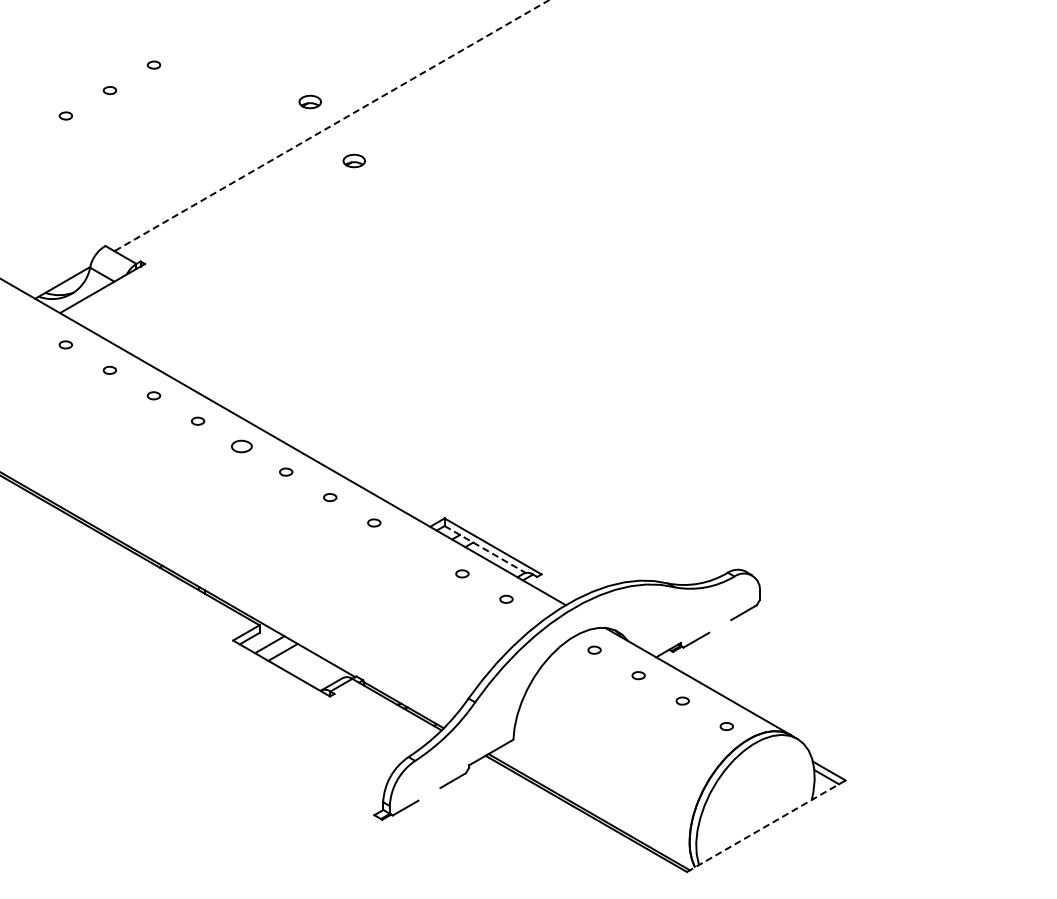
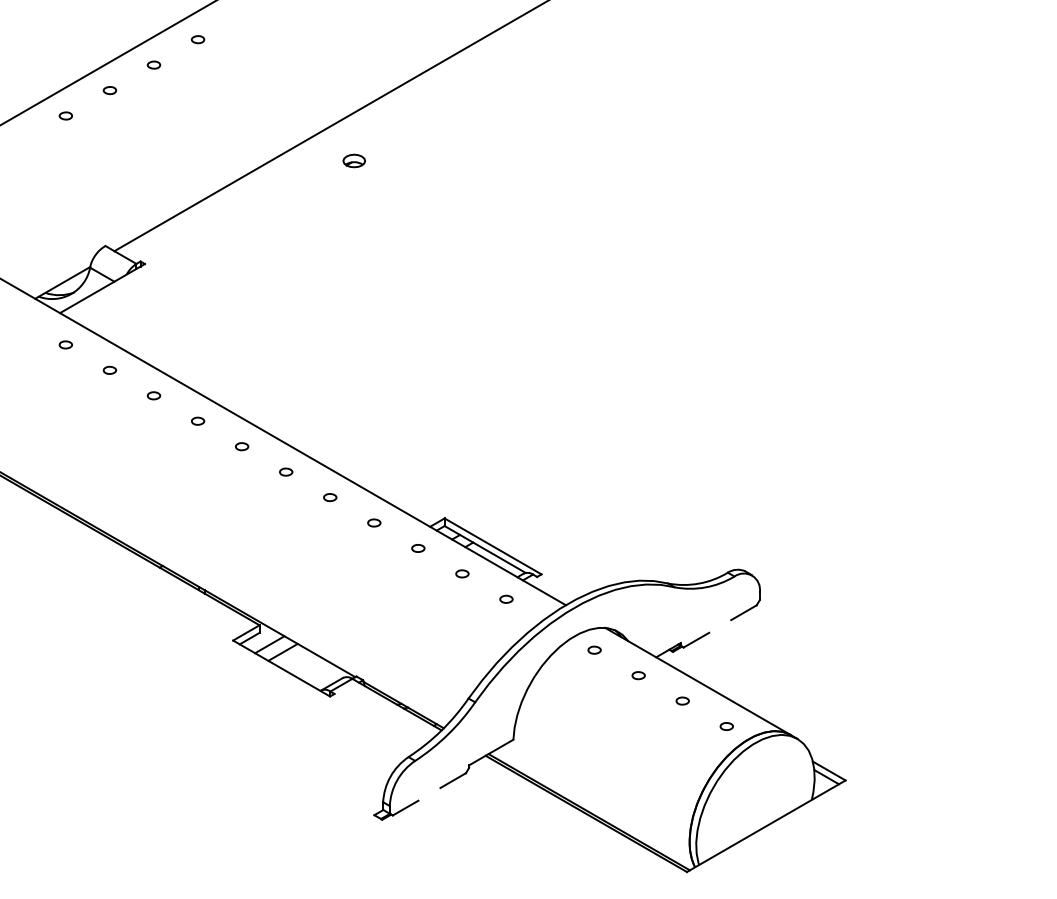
part at (197, 39): none -> present
line at (107, 62): none -> present
part at (309, 101): present -> none
line at (331, 125): dashed -> solid
part at (241, 446) size: 22x15 px -> 15x10 px
part at (418, 548): none -> present
line at (485, 549): dashed -> solid
line at (766, 826): dashed -> solid
